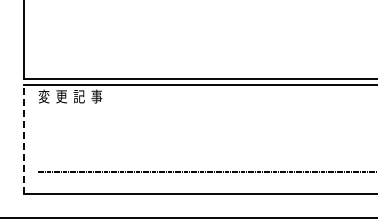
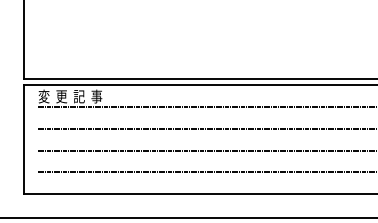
line at (205, 106): none -> present
line at (205, 128): none -> present
line at (24, 139): dashed -> solid
line at (205, 150): none -> present
